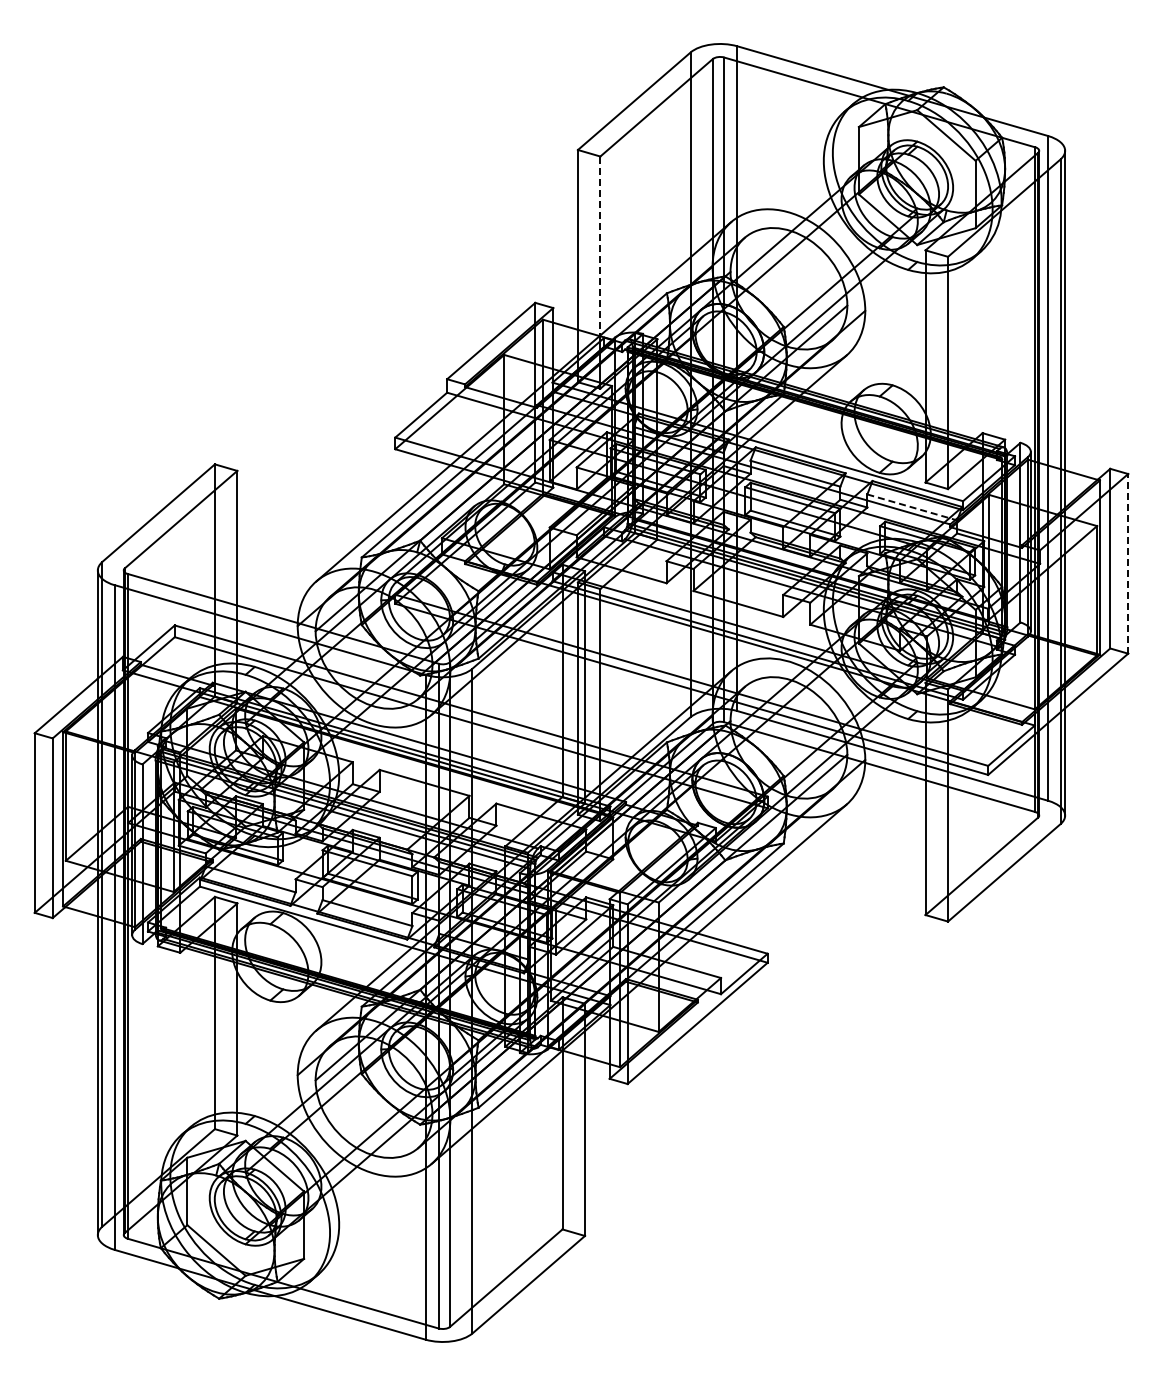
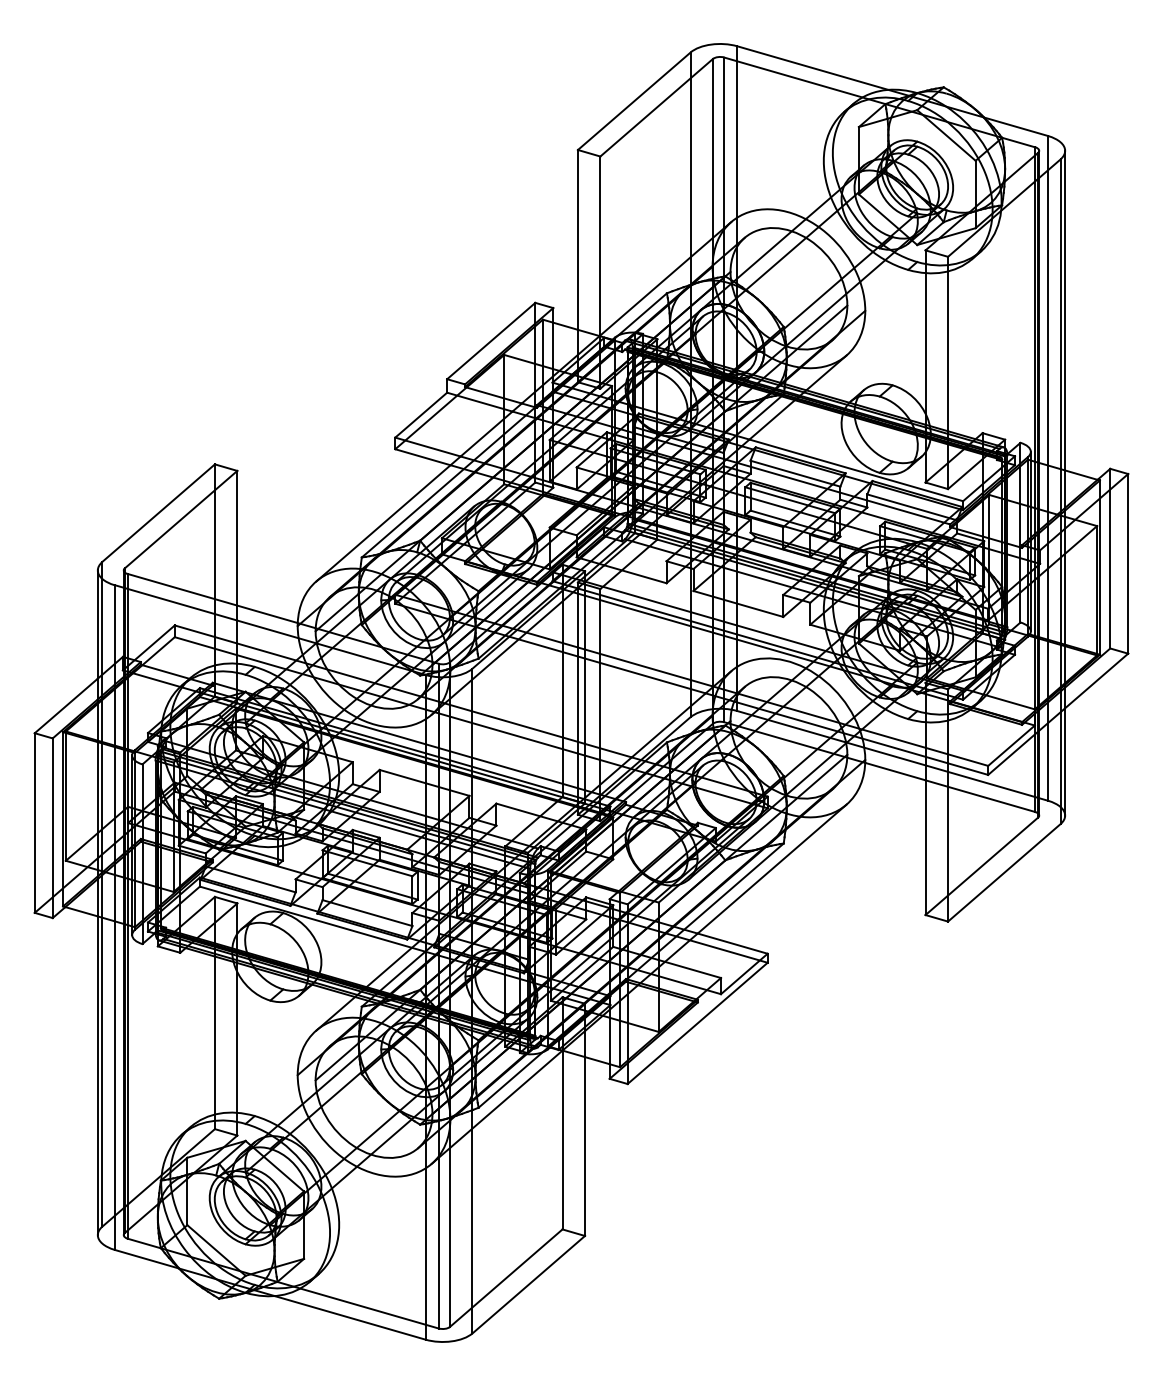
line at (600, 246): dashed -> solid
line at (912, 507): dashed -> solid
line at (1128, 563): dashed -> solid
